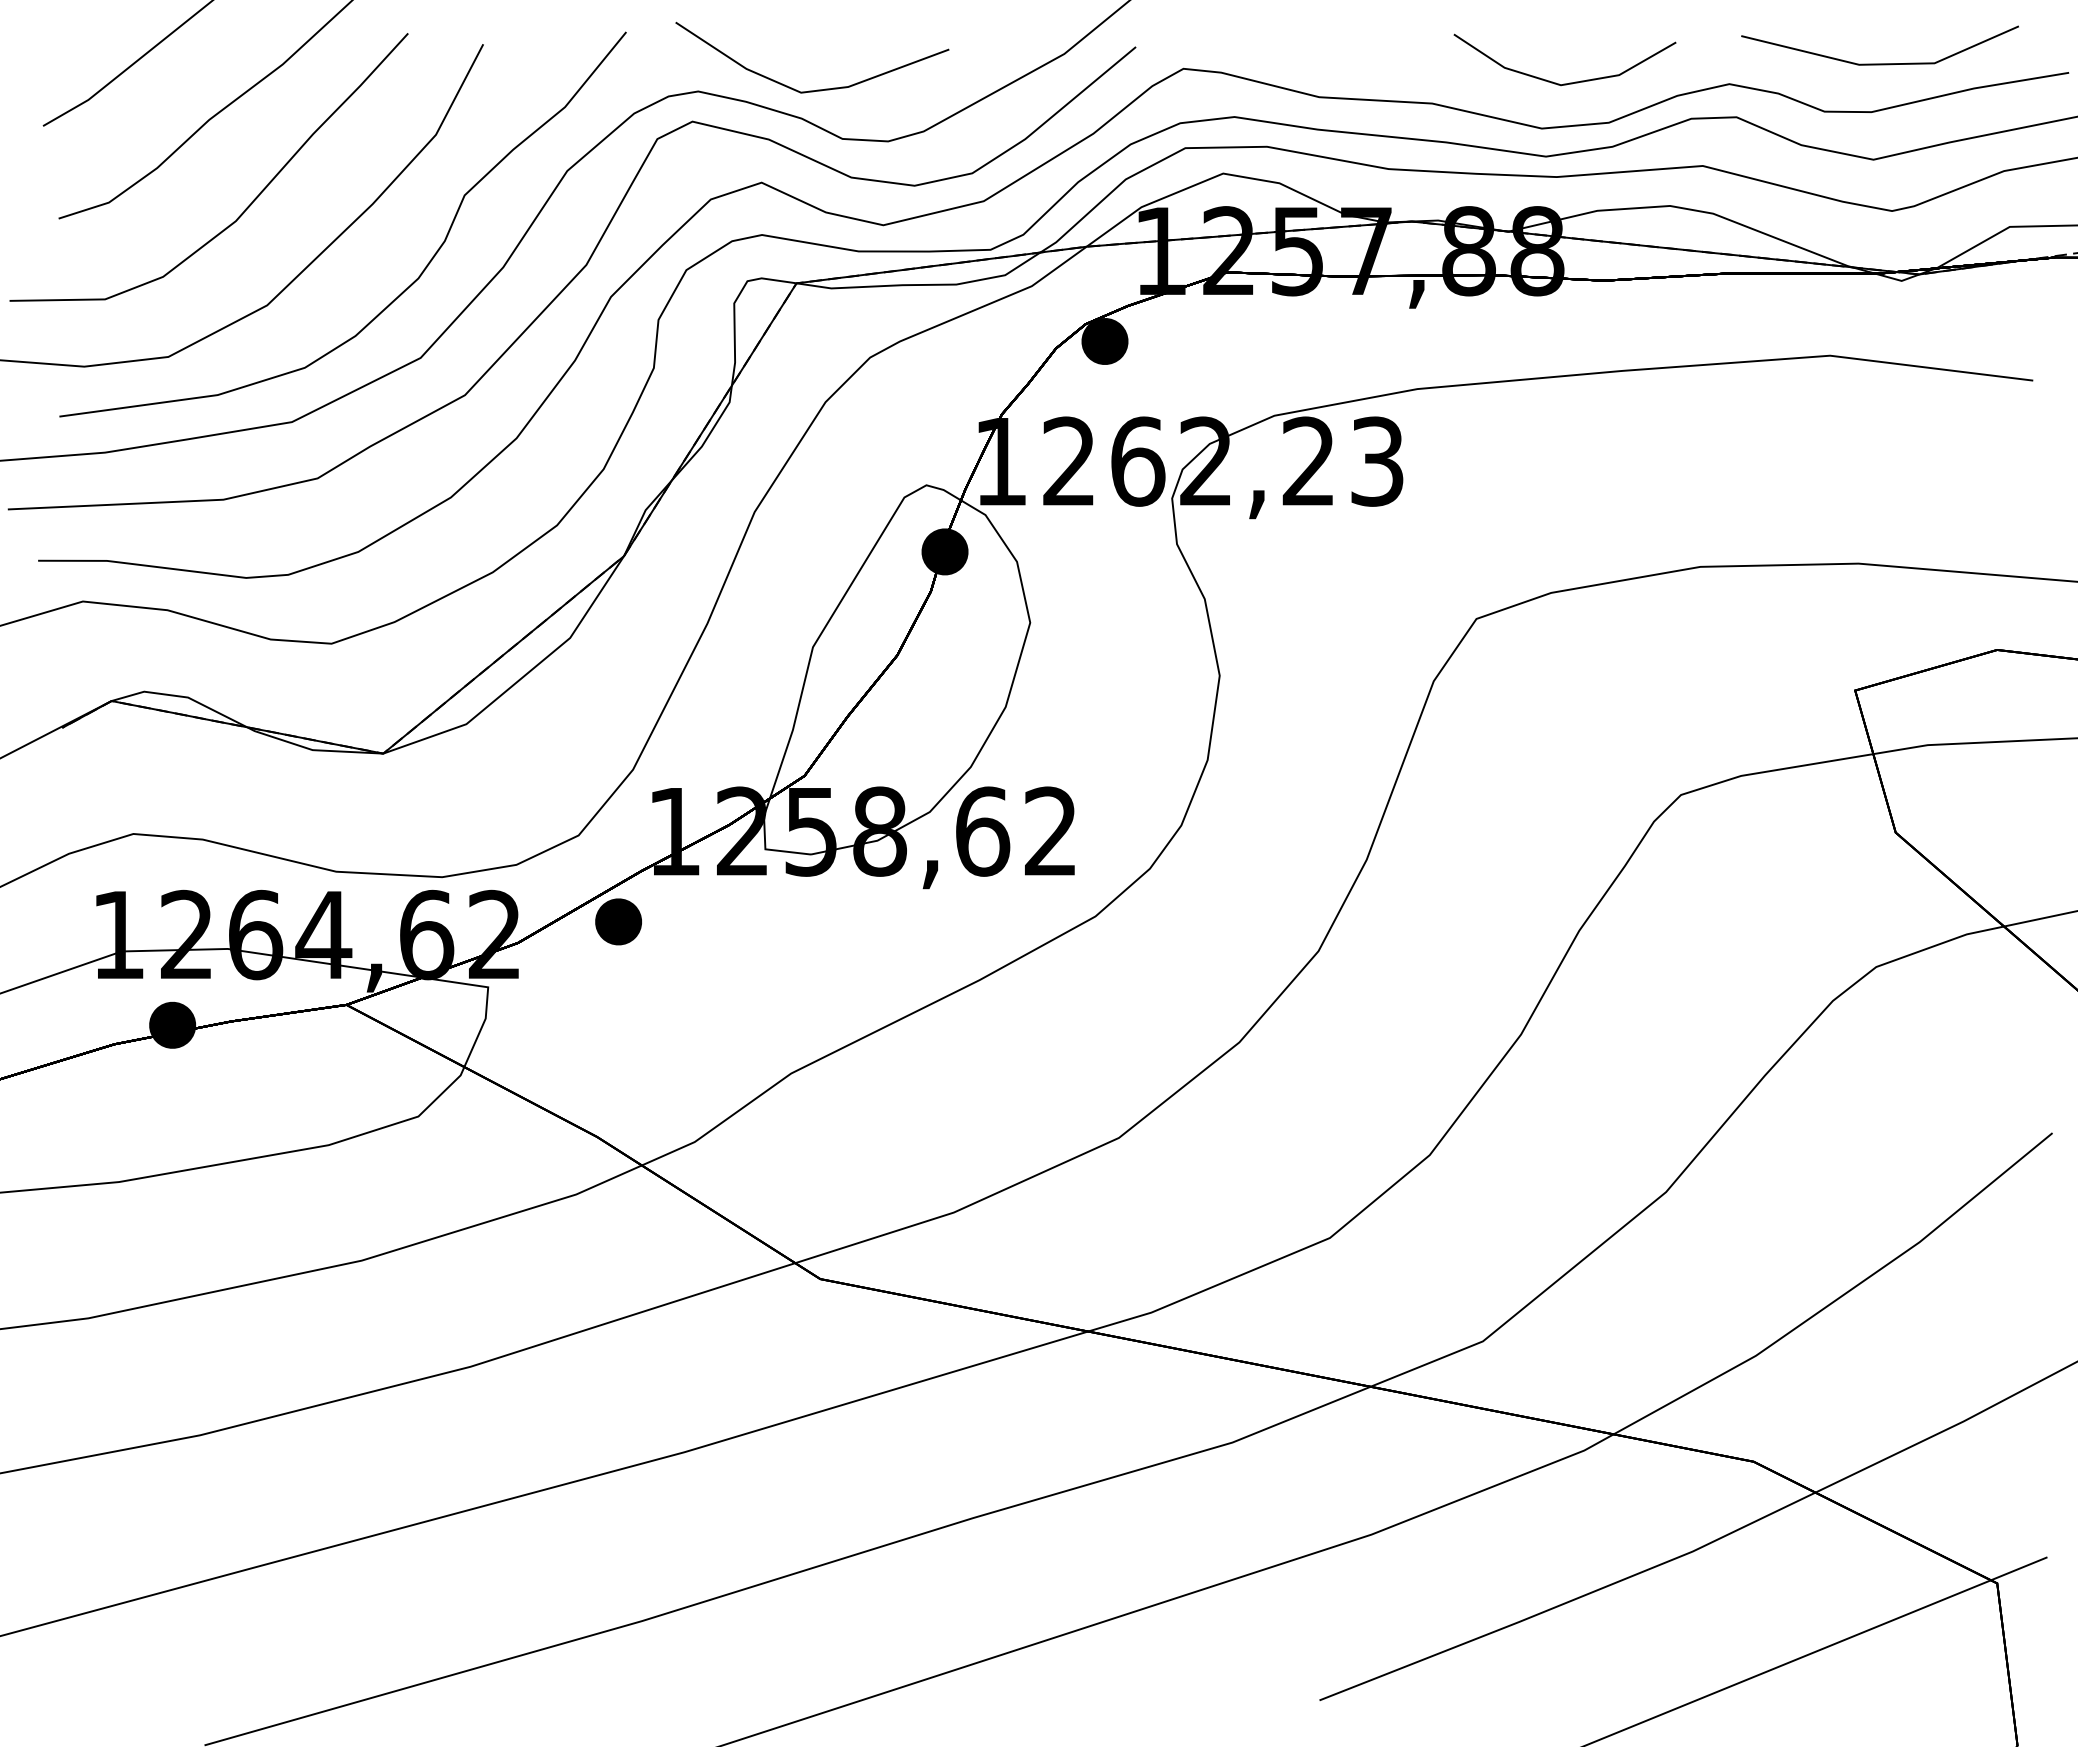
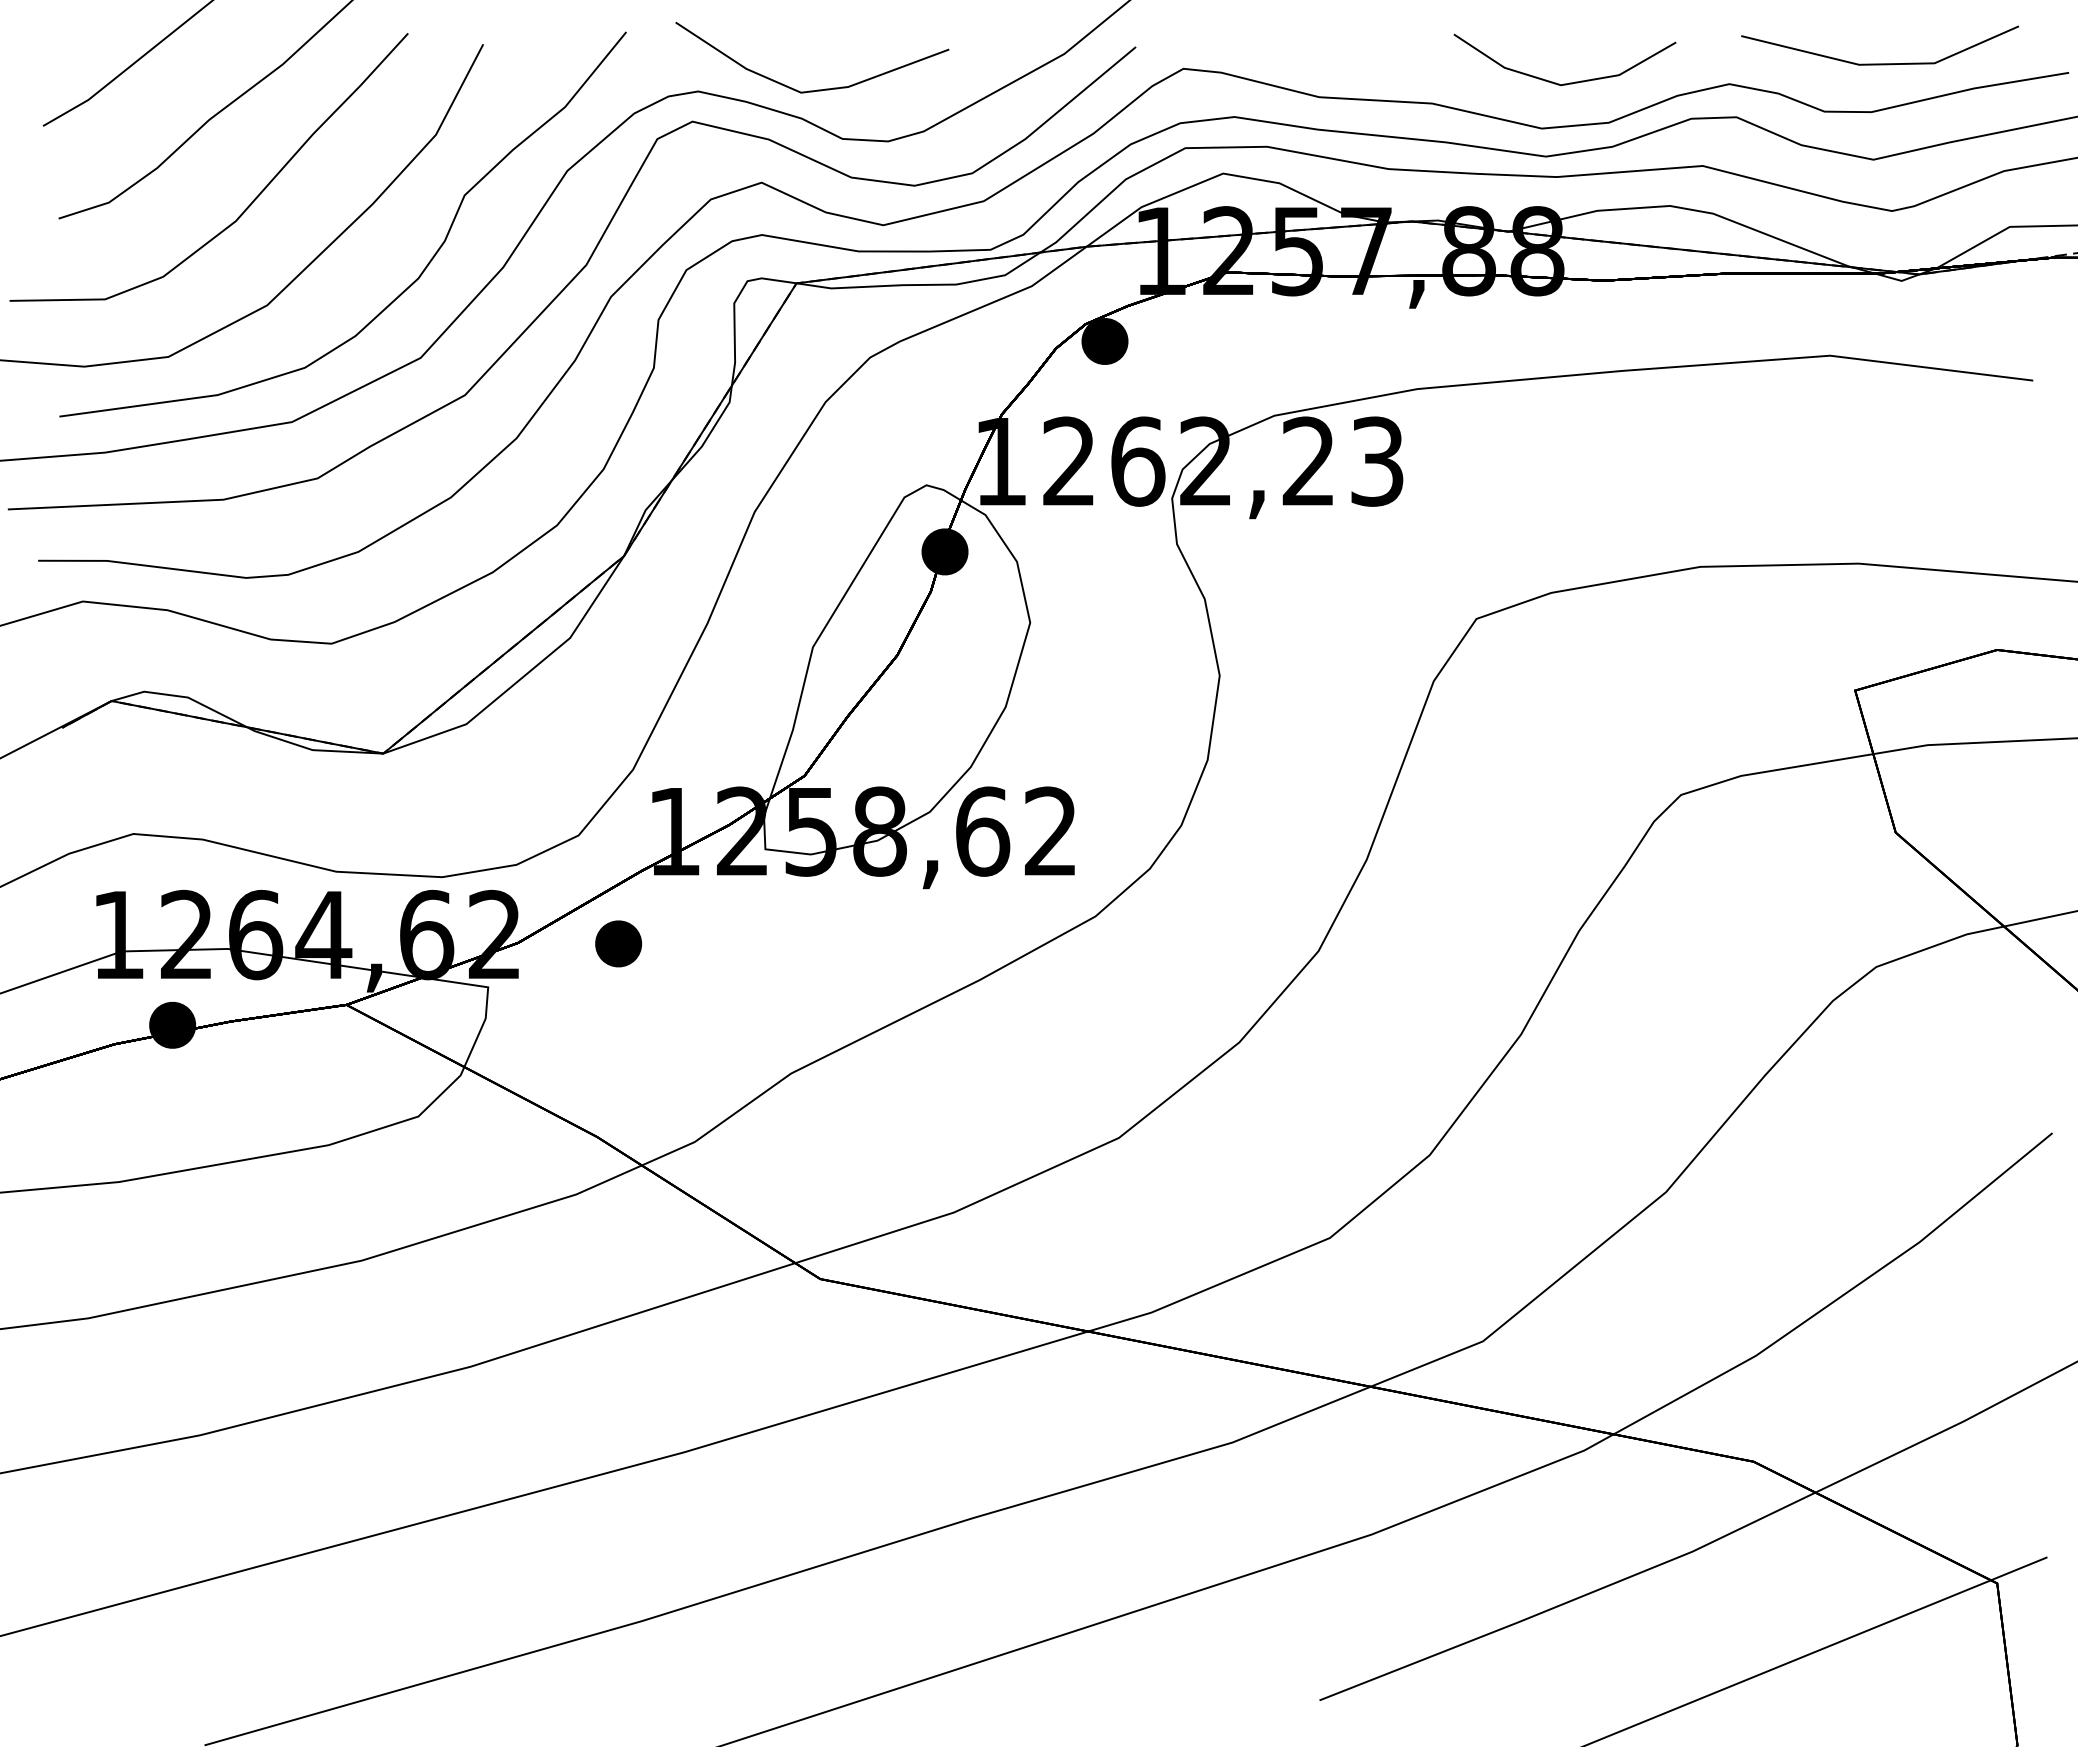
part at (618, 921) position: (618, 921) -> (618, 943)
